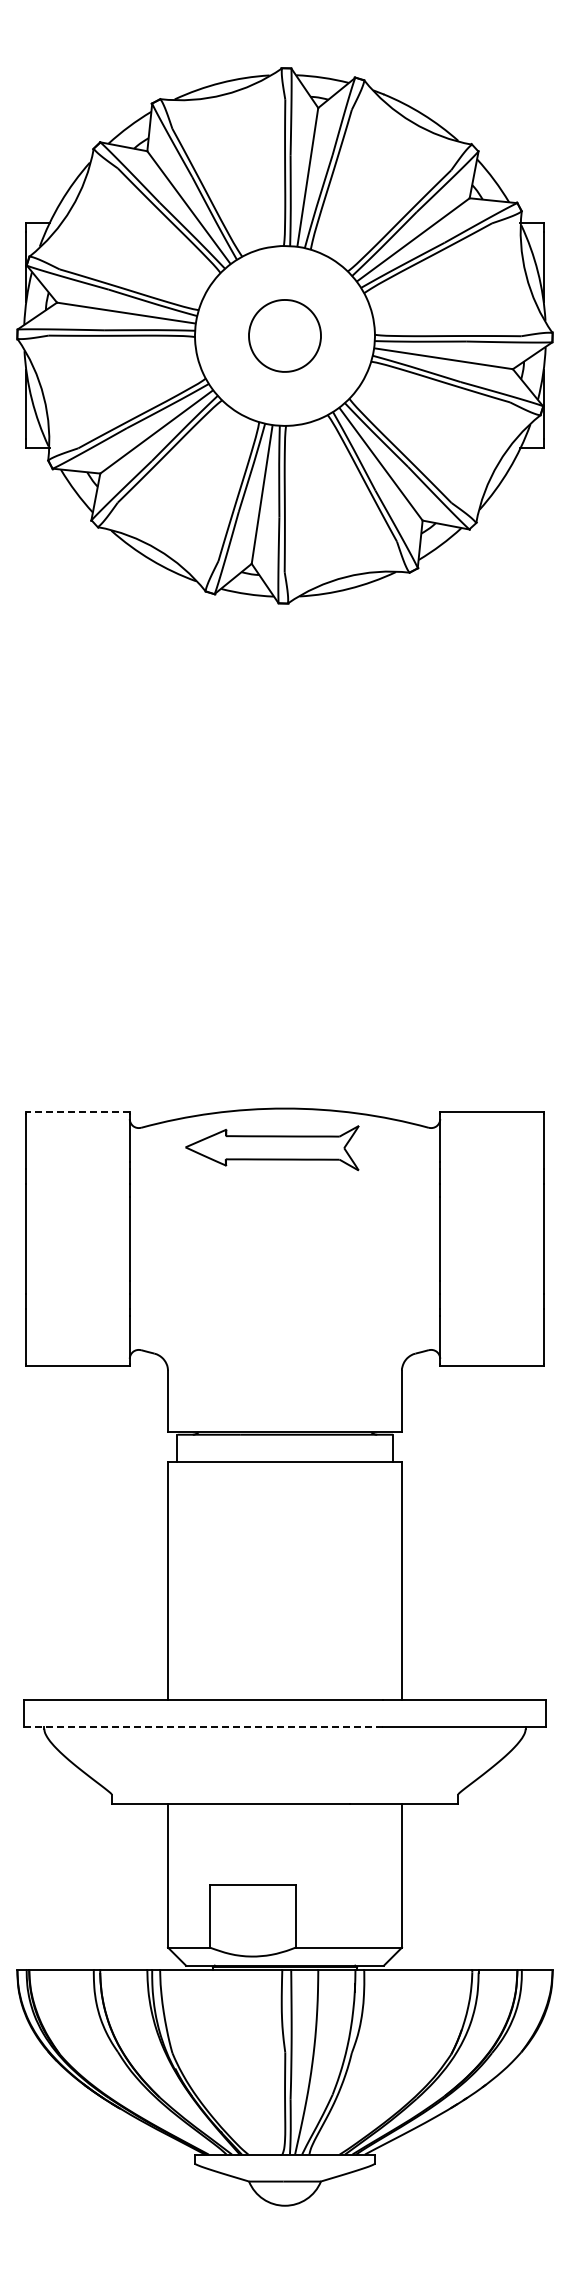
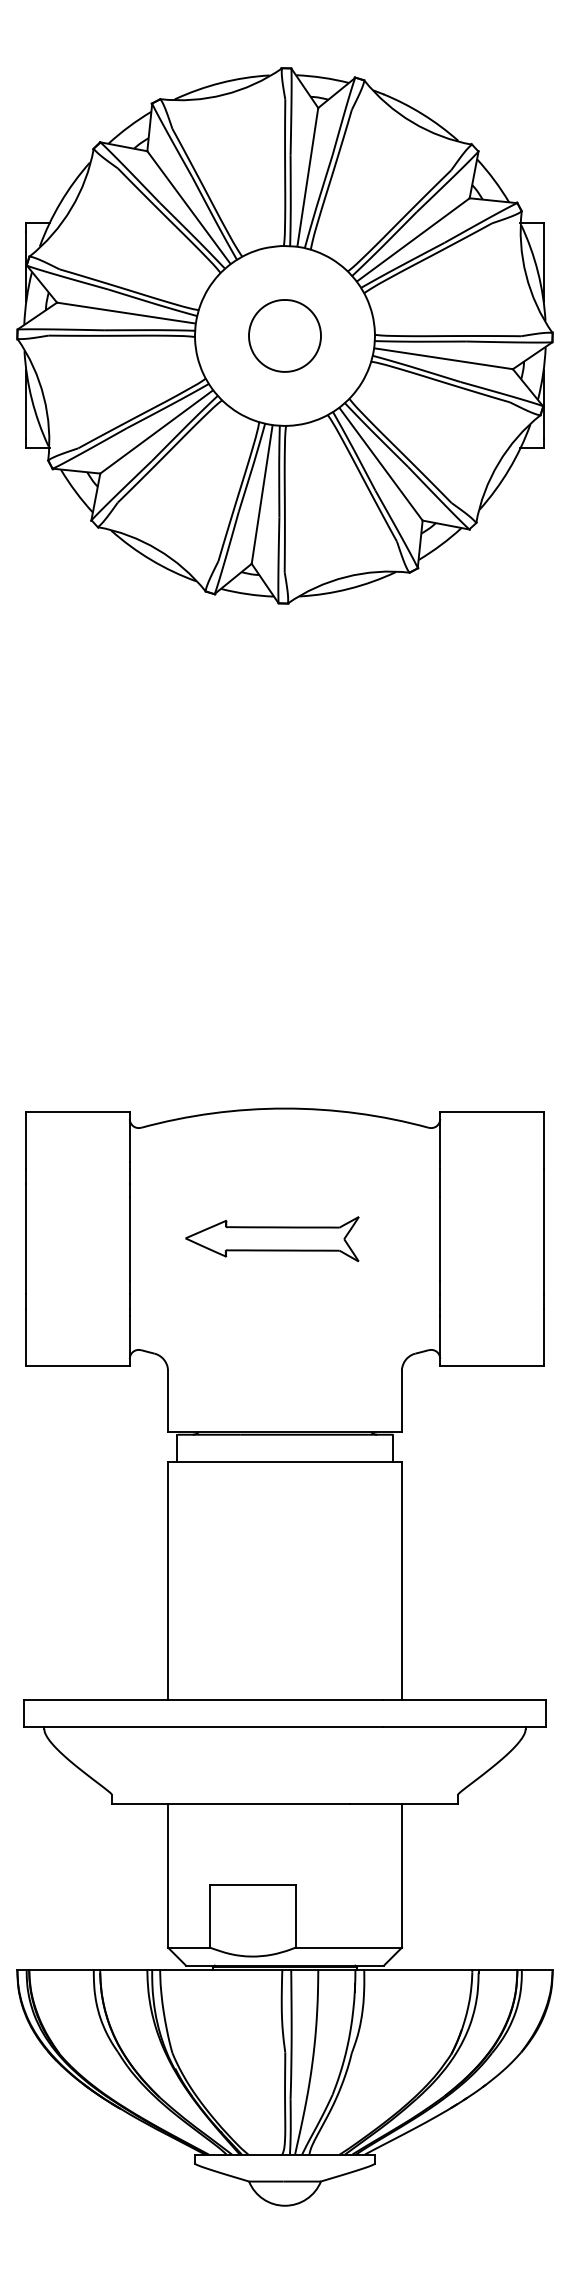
line at (78, 1111): dashed -> solid
part at (272, 1148) position: (272, 1148) -> (272, 1239)
line at (203, 1727): dashed -> solid
